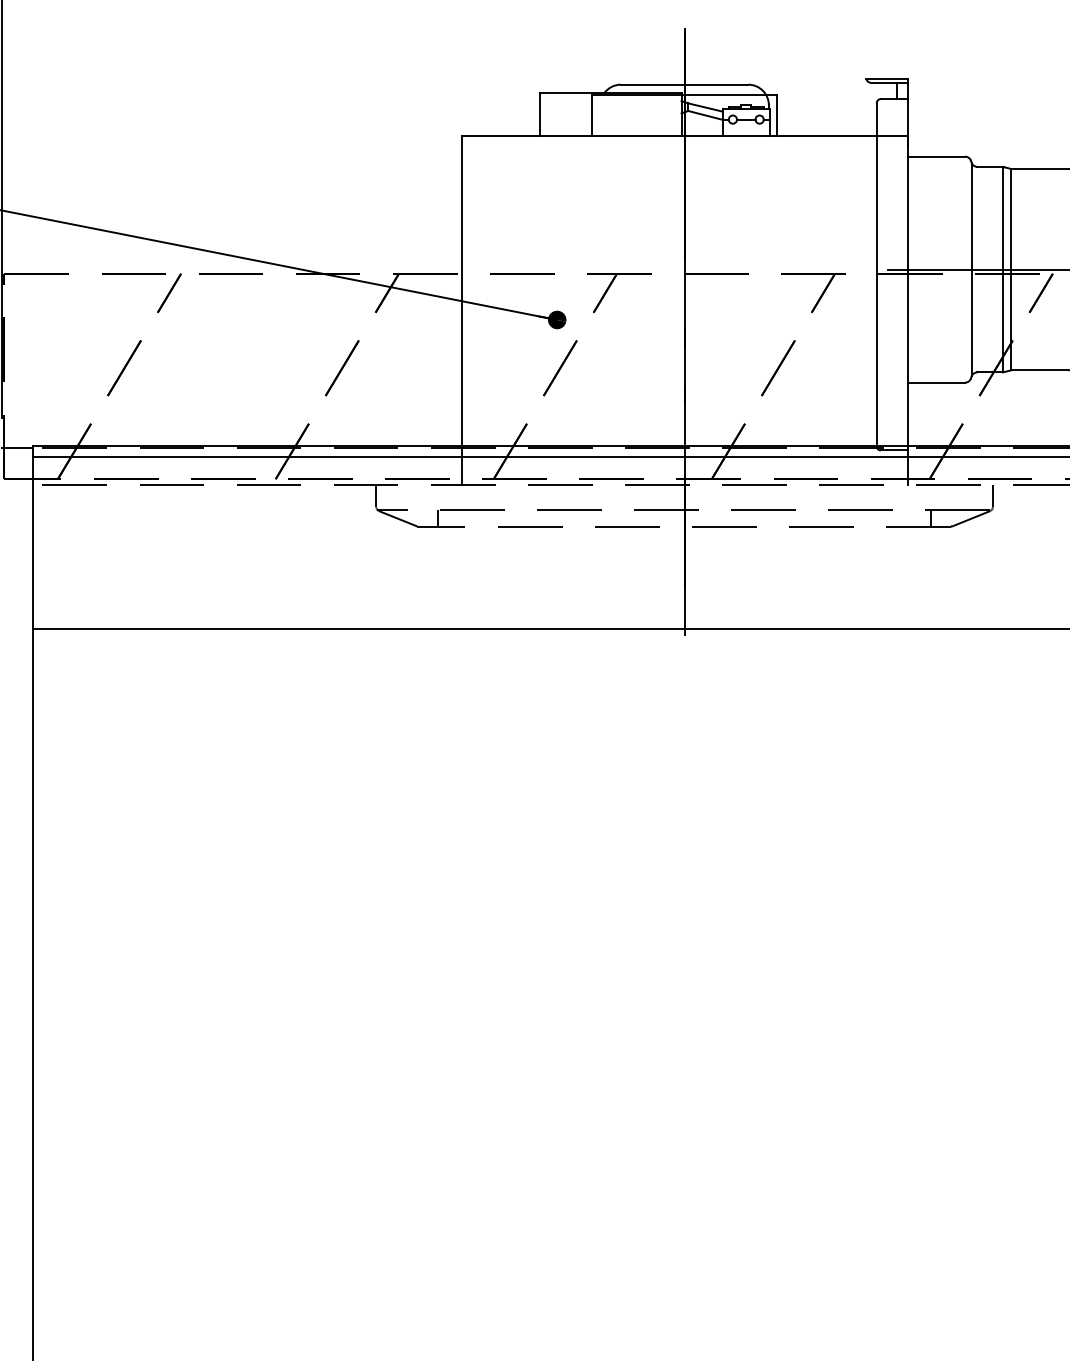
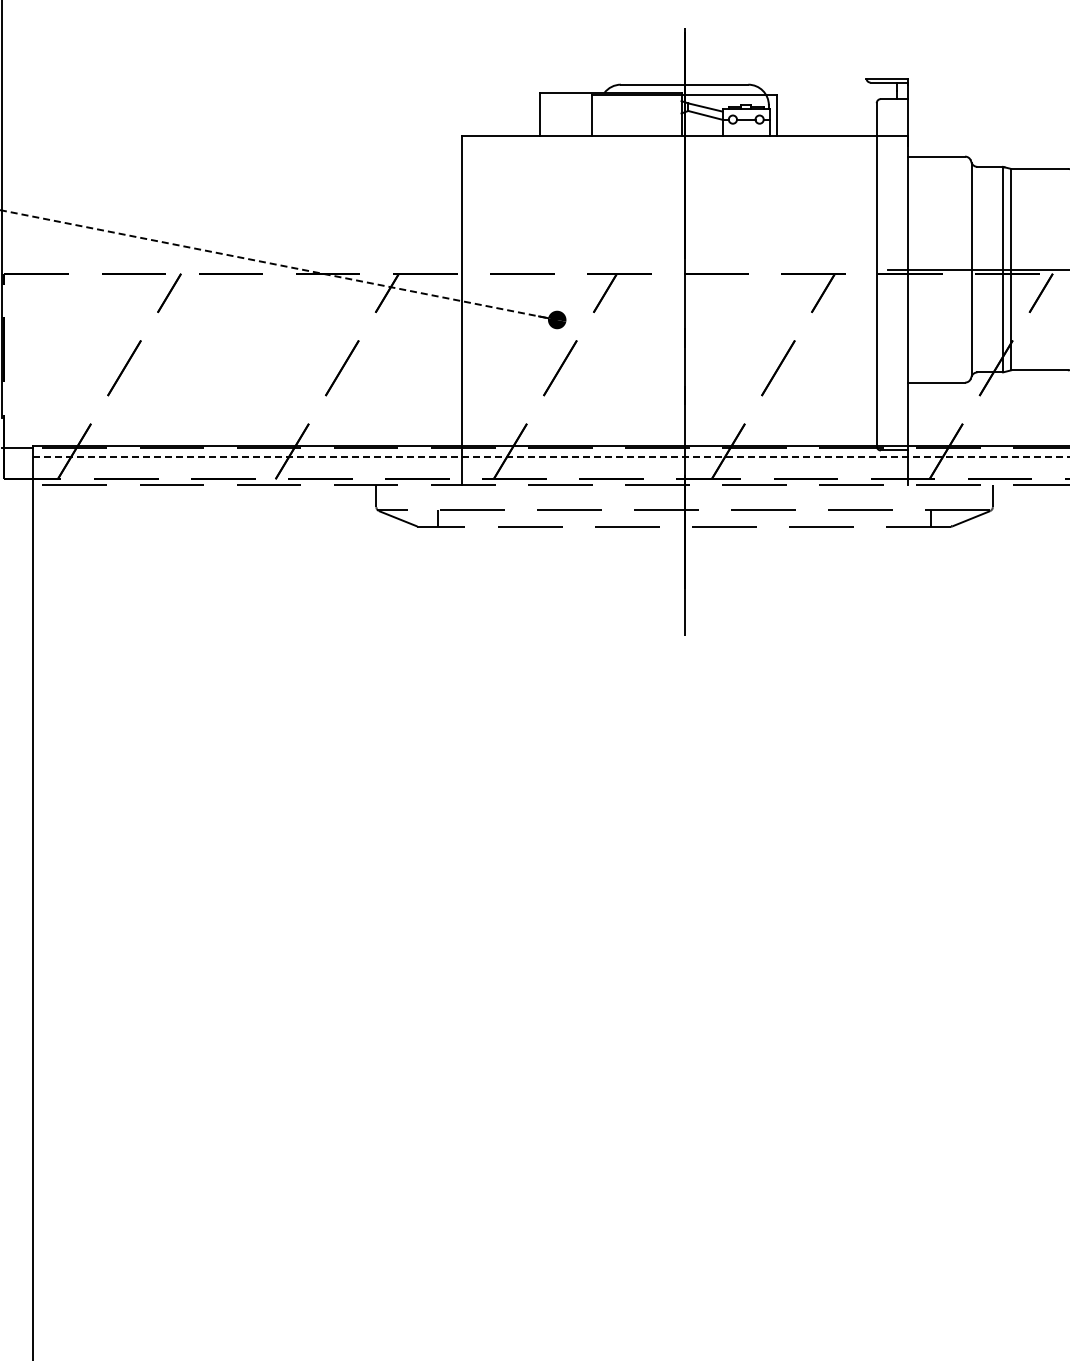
line at (278, 265): solid -> dashed
line at (551, 456): solid -> dashed
line at (549, 629): present -> none
